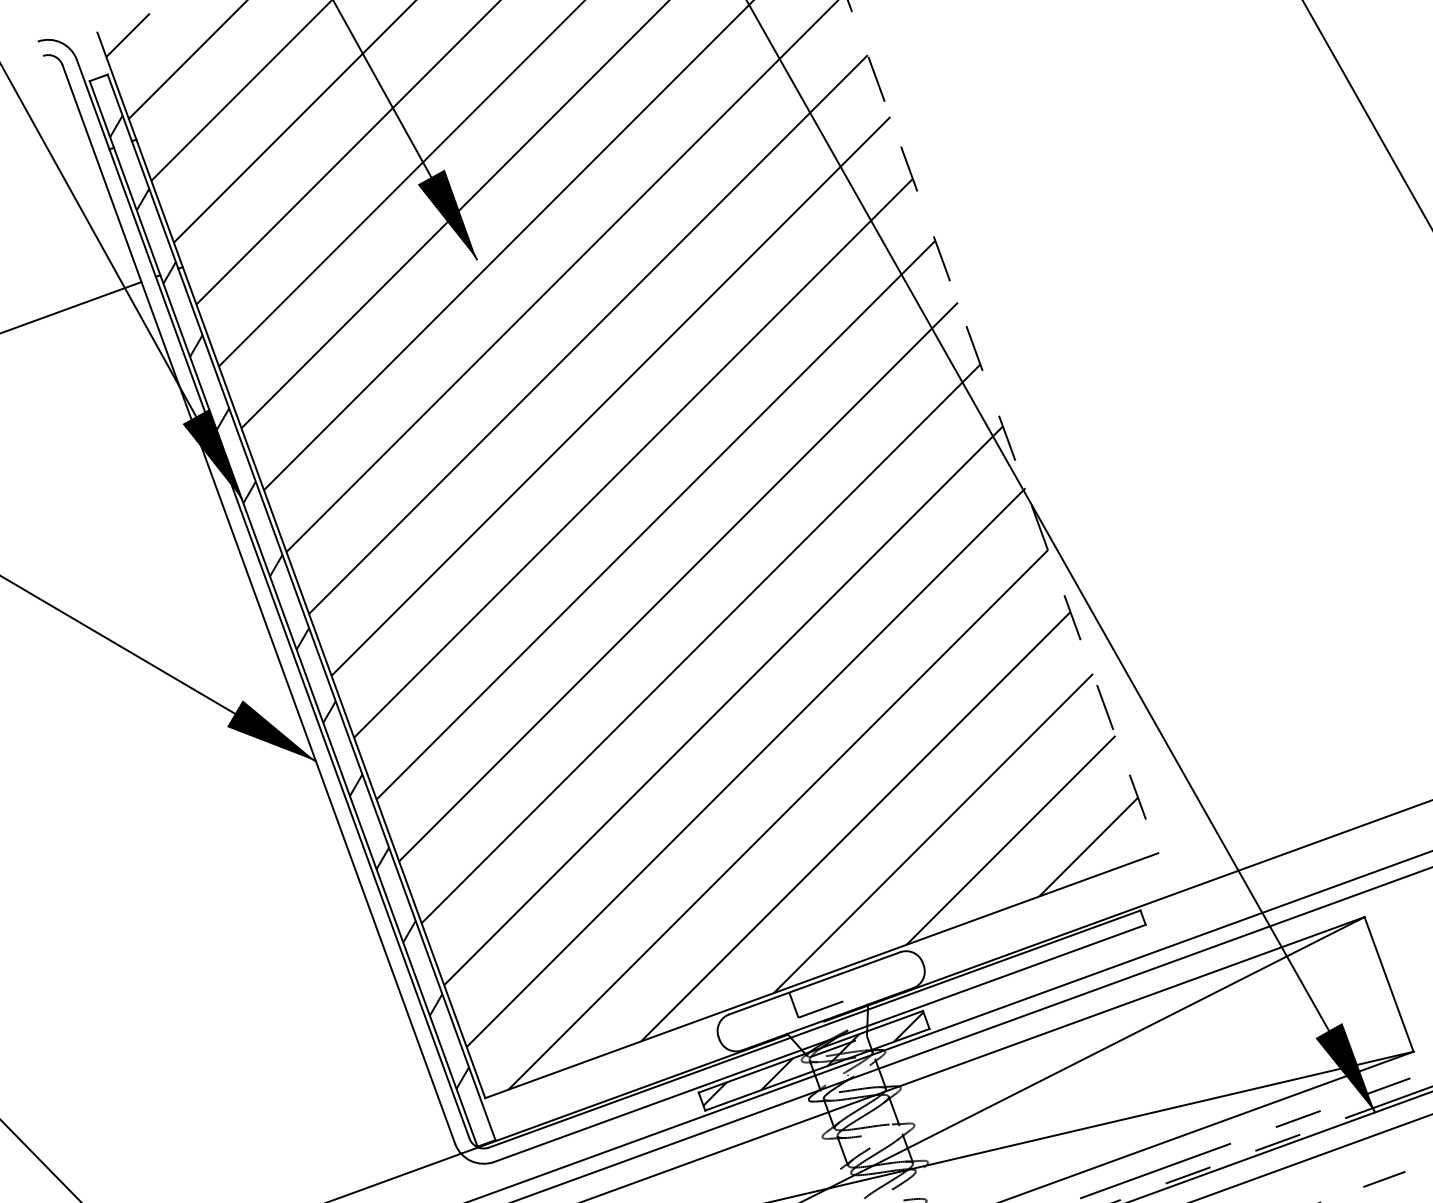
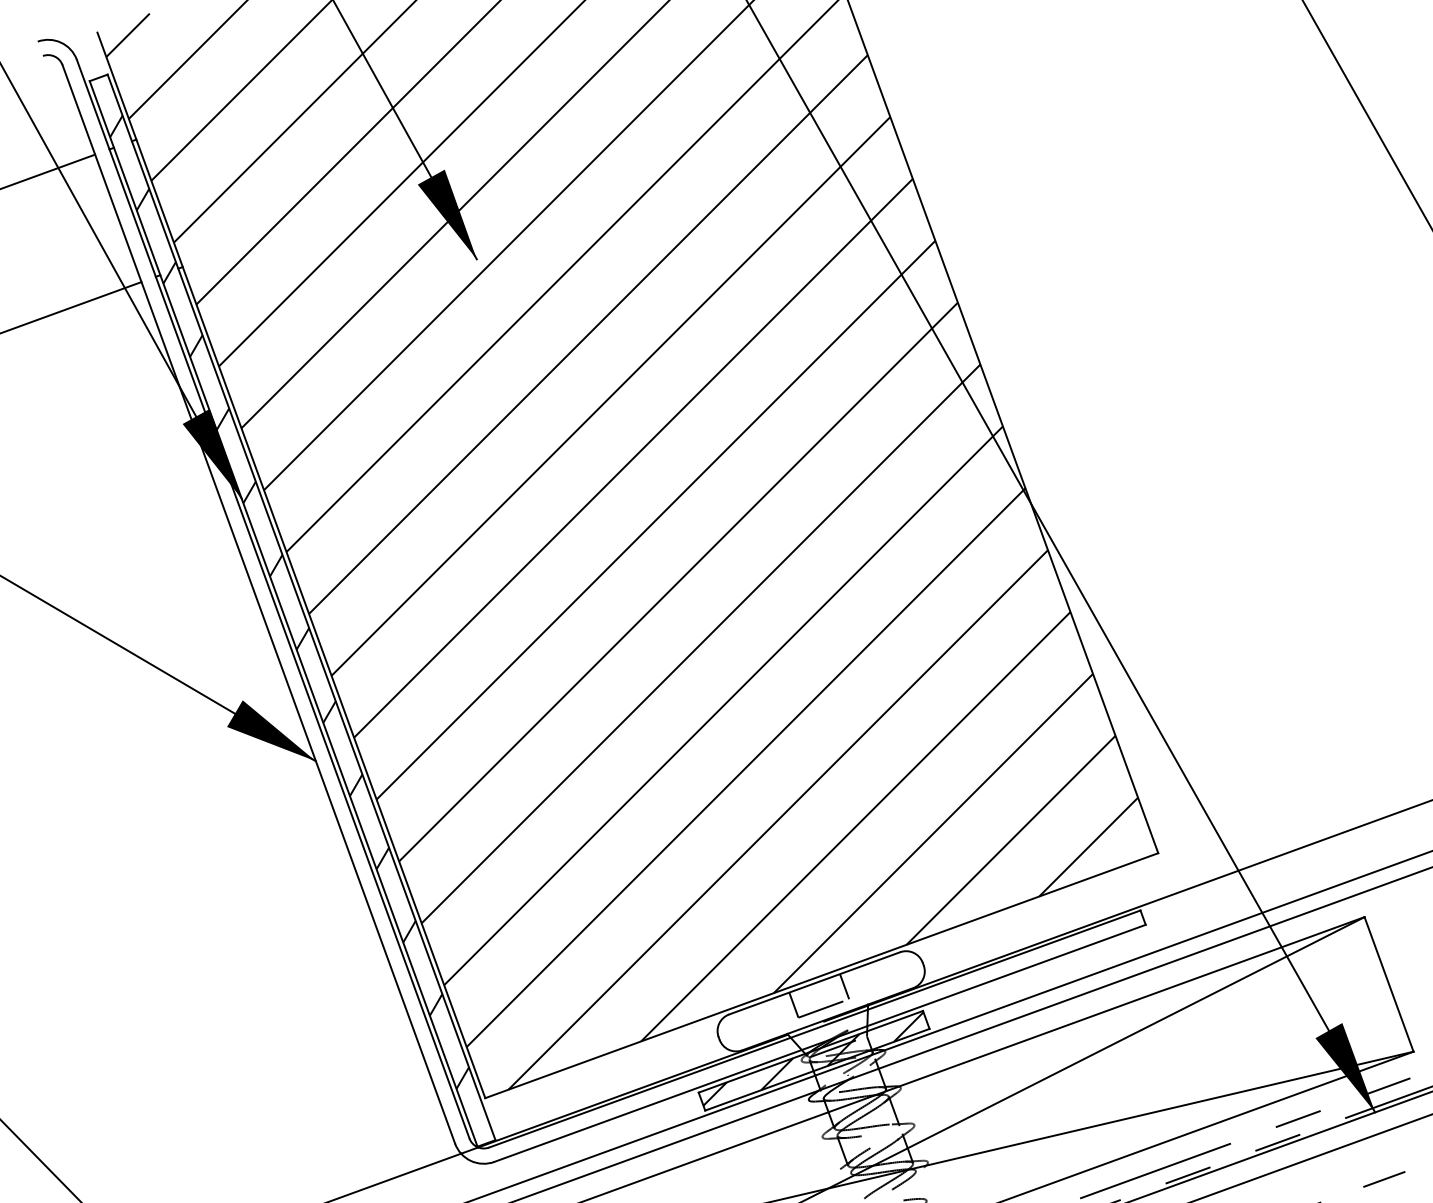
line at (48, 171): none -> present
line at (1003, 426): dashed -> solid
line at (844, 986): none -> present
